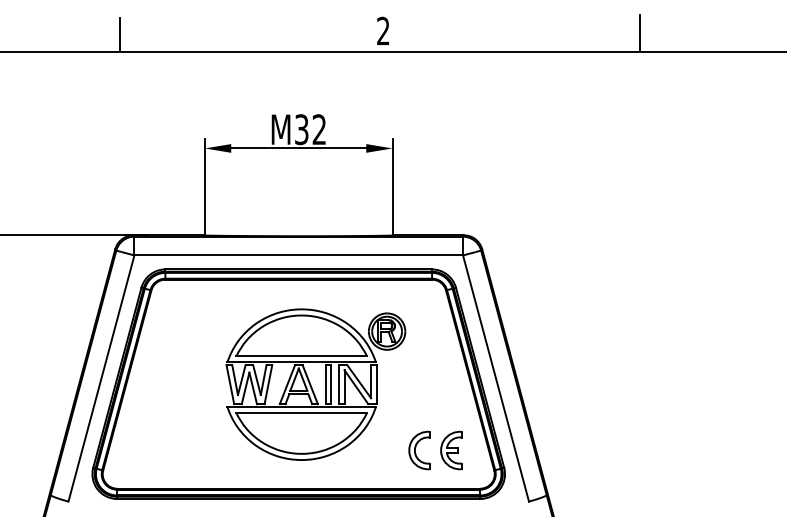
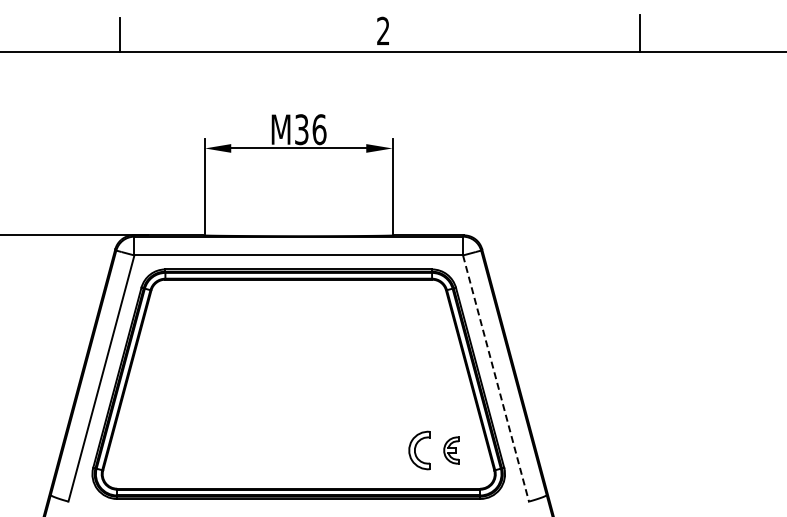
text at (319, 129): M32 -> M36
line at (496, 379): solid -> dashed
part at (315, 384): present -> none
part at (451, 450) size: 23x41 px -> 17x29 px
